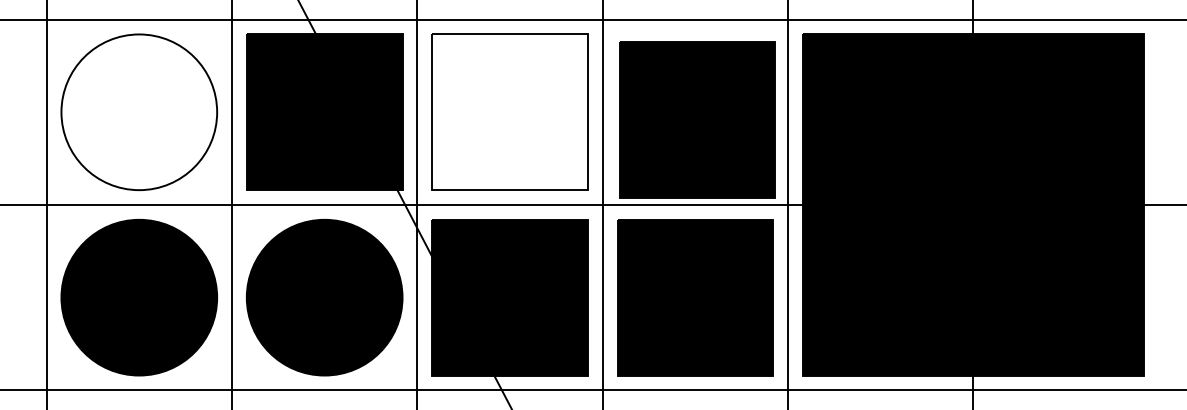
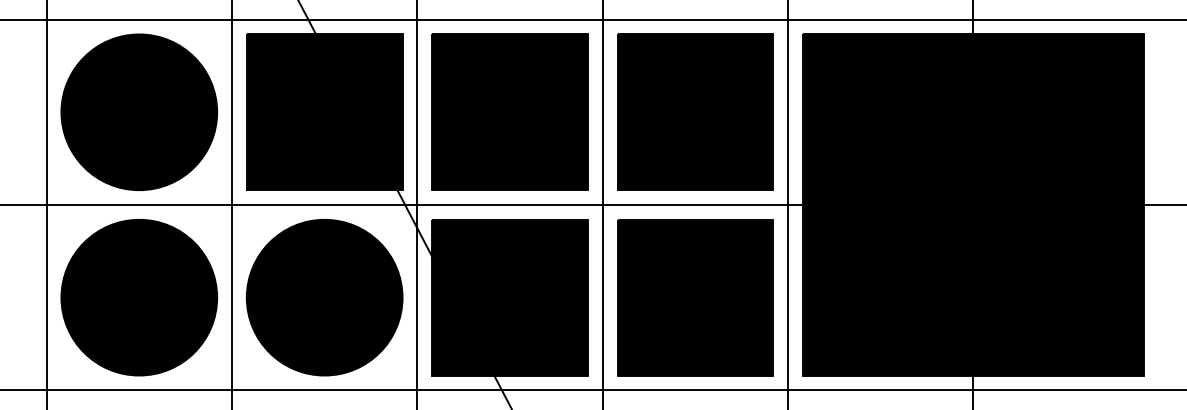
fill at (139, 112): none -> present
fill at (509, 112): none -> present
part at (697, 119) position: (697, 119) -> (695, 111)
